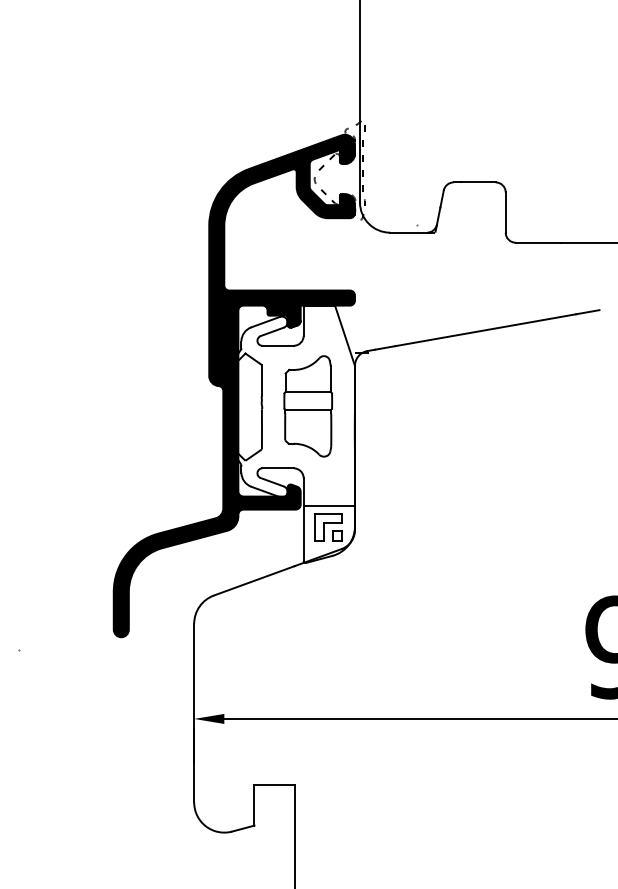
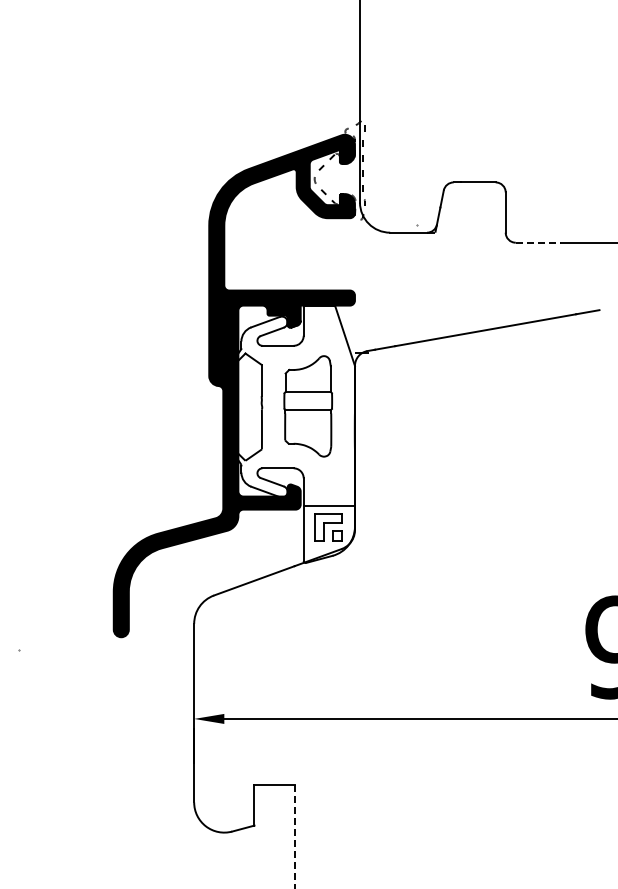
line at (538, 242): solid -> dashed
line at (294, 836): solid -> dashed
